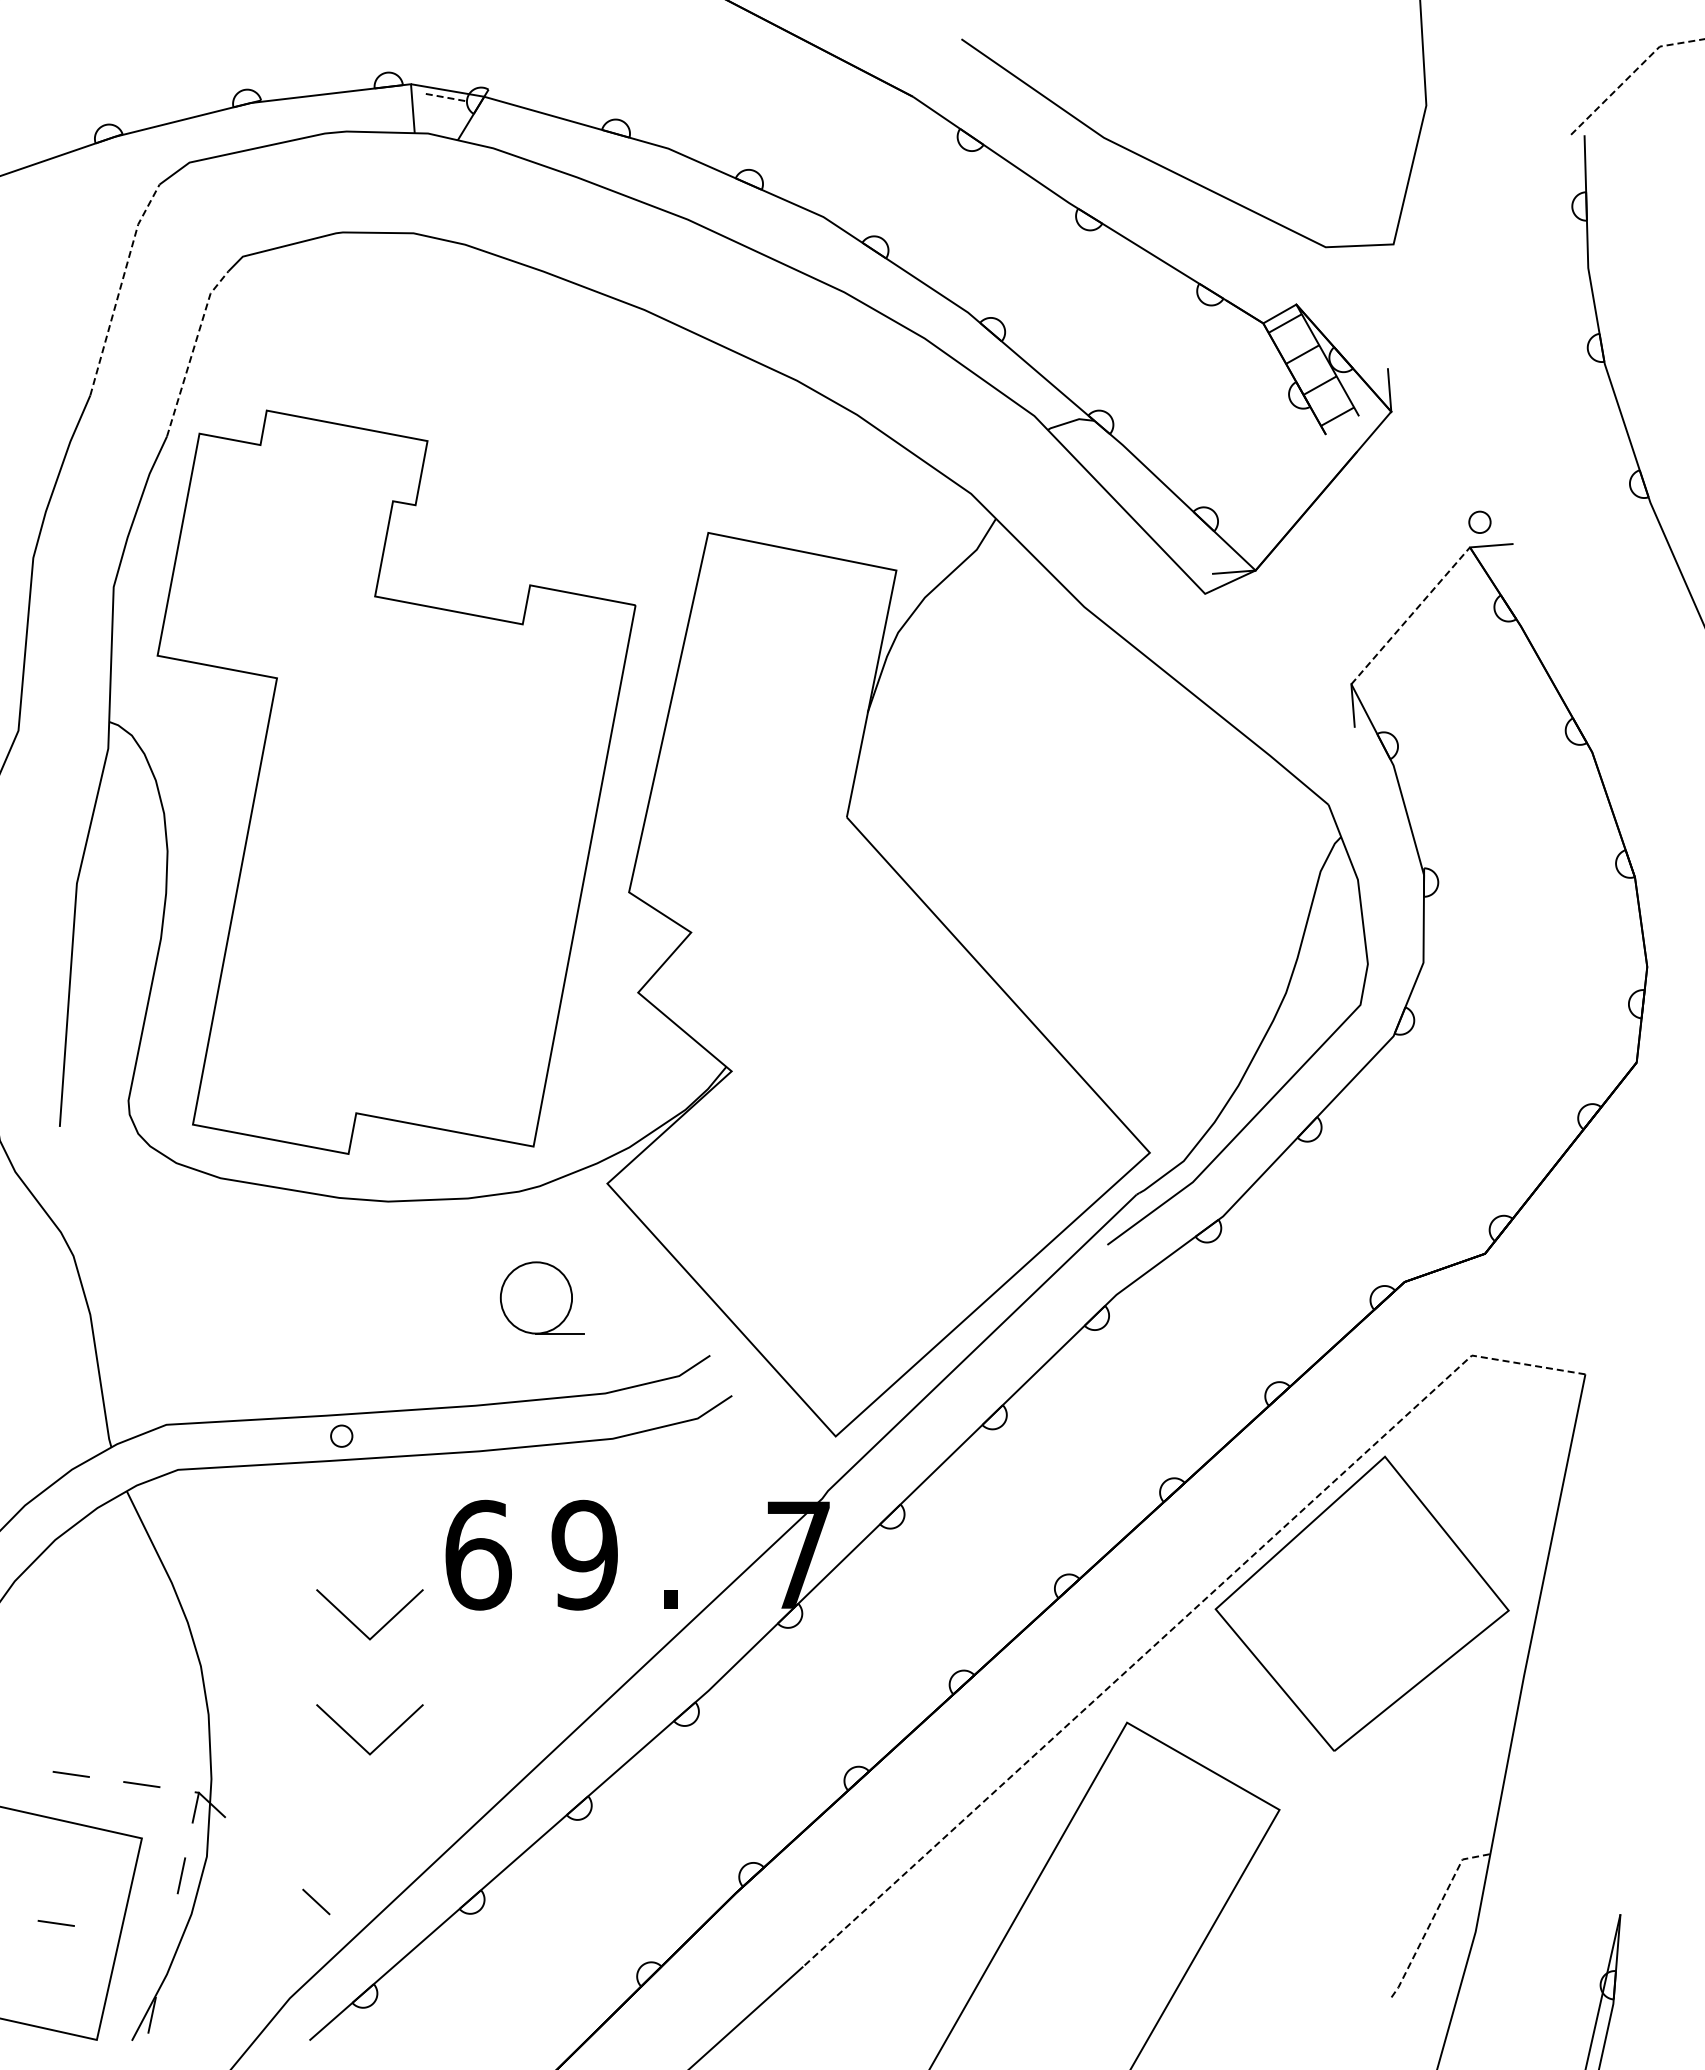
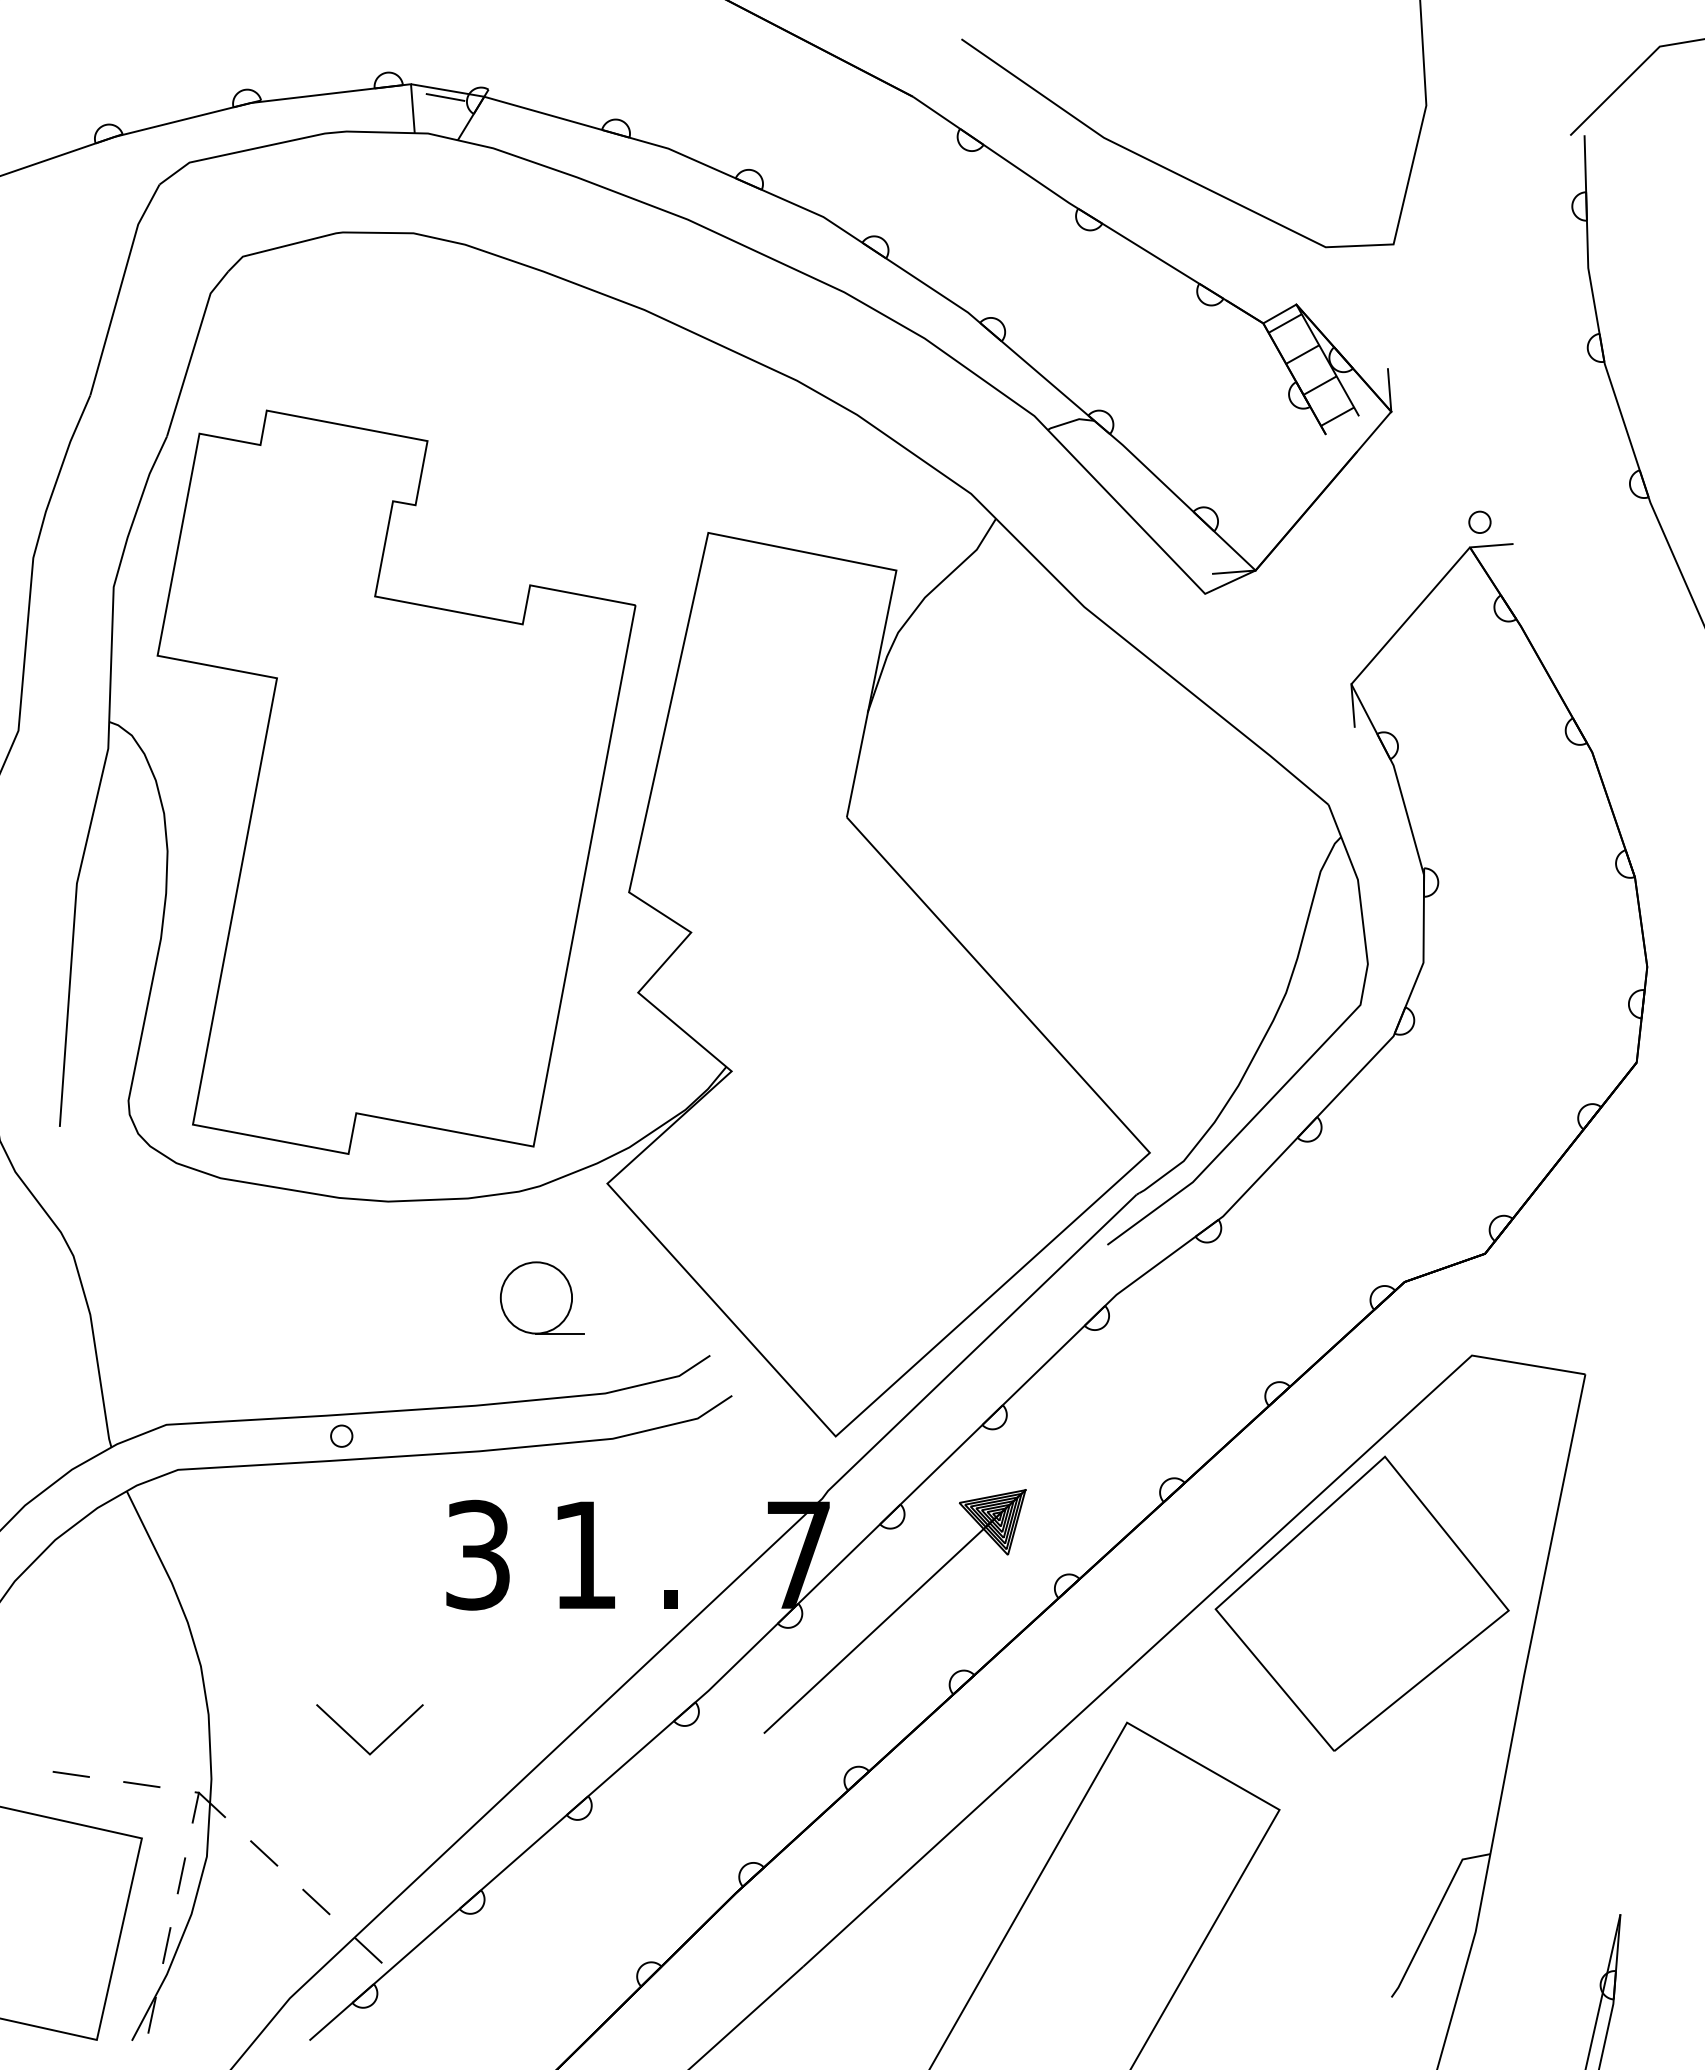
line at (1630, 75): dashed -> solid
line at (445, 97): dashed -> solid
line at (120, 286): dashed -> solid
line at (193, 350): dashed -> solid
line at (1410, 615): dashed -> solid
text at (478, 1554): 6 -> 3
text at (584, 1554): 9 -> 1
part at (894, 1611): none -> present
line at (1180, 1621): dashed -> solid
line at (357, 1626): present -> none
line at (264, 1853): none -> present
line at (1434, 1916): dashed -> solid
line at (55, 1923): present -> none
line at (166, 1945): none -> present
line at (368, 1950): none -> present
